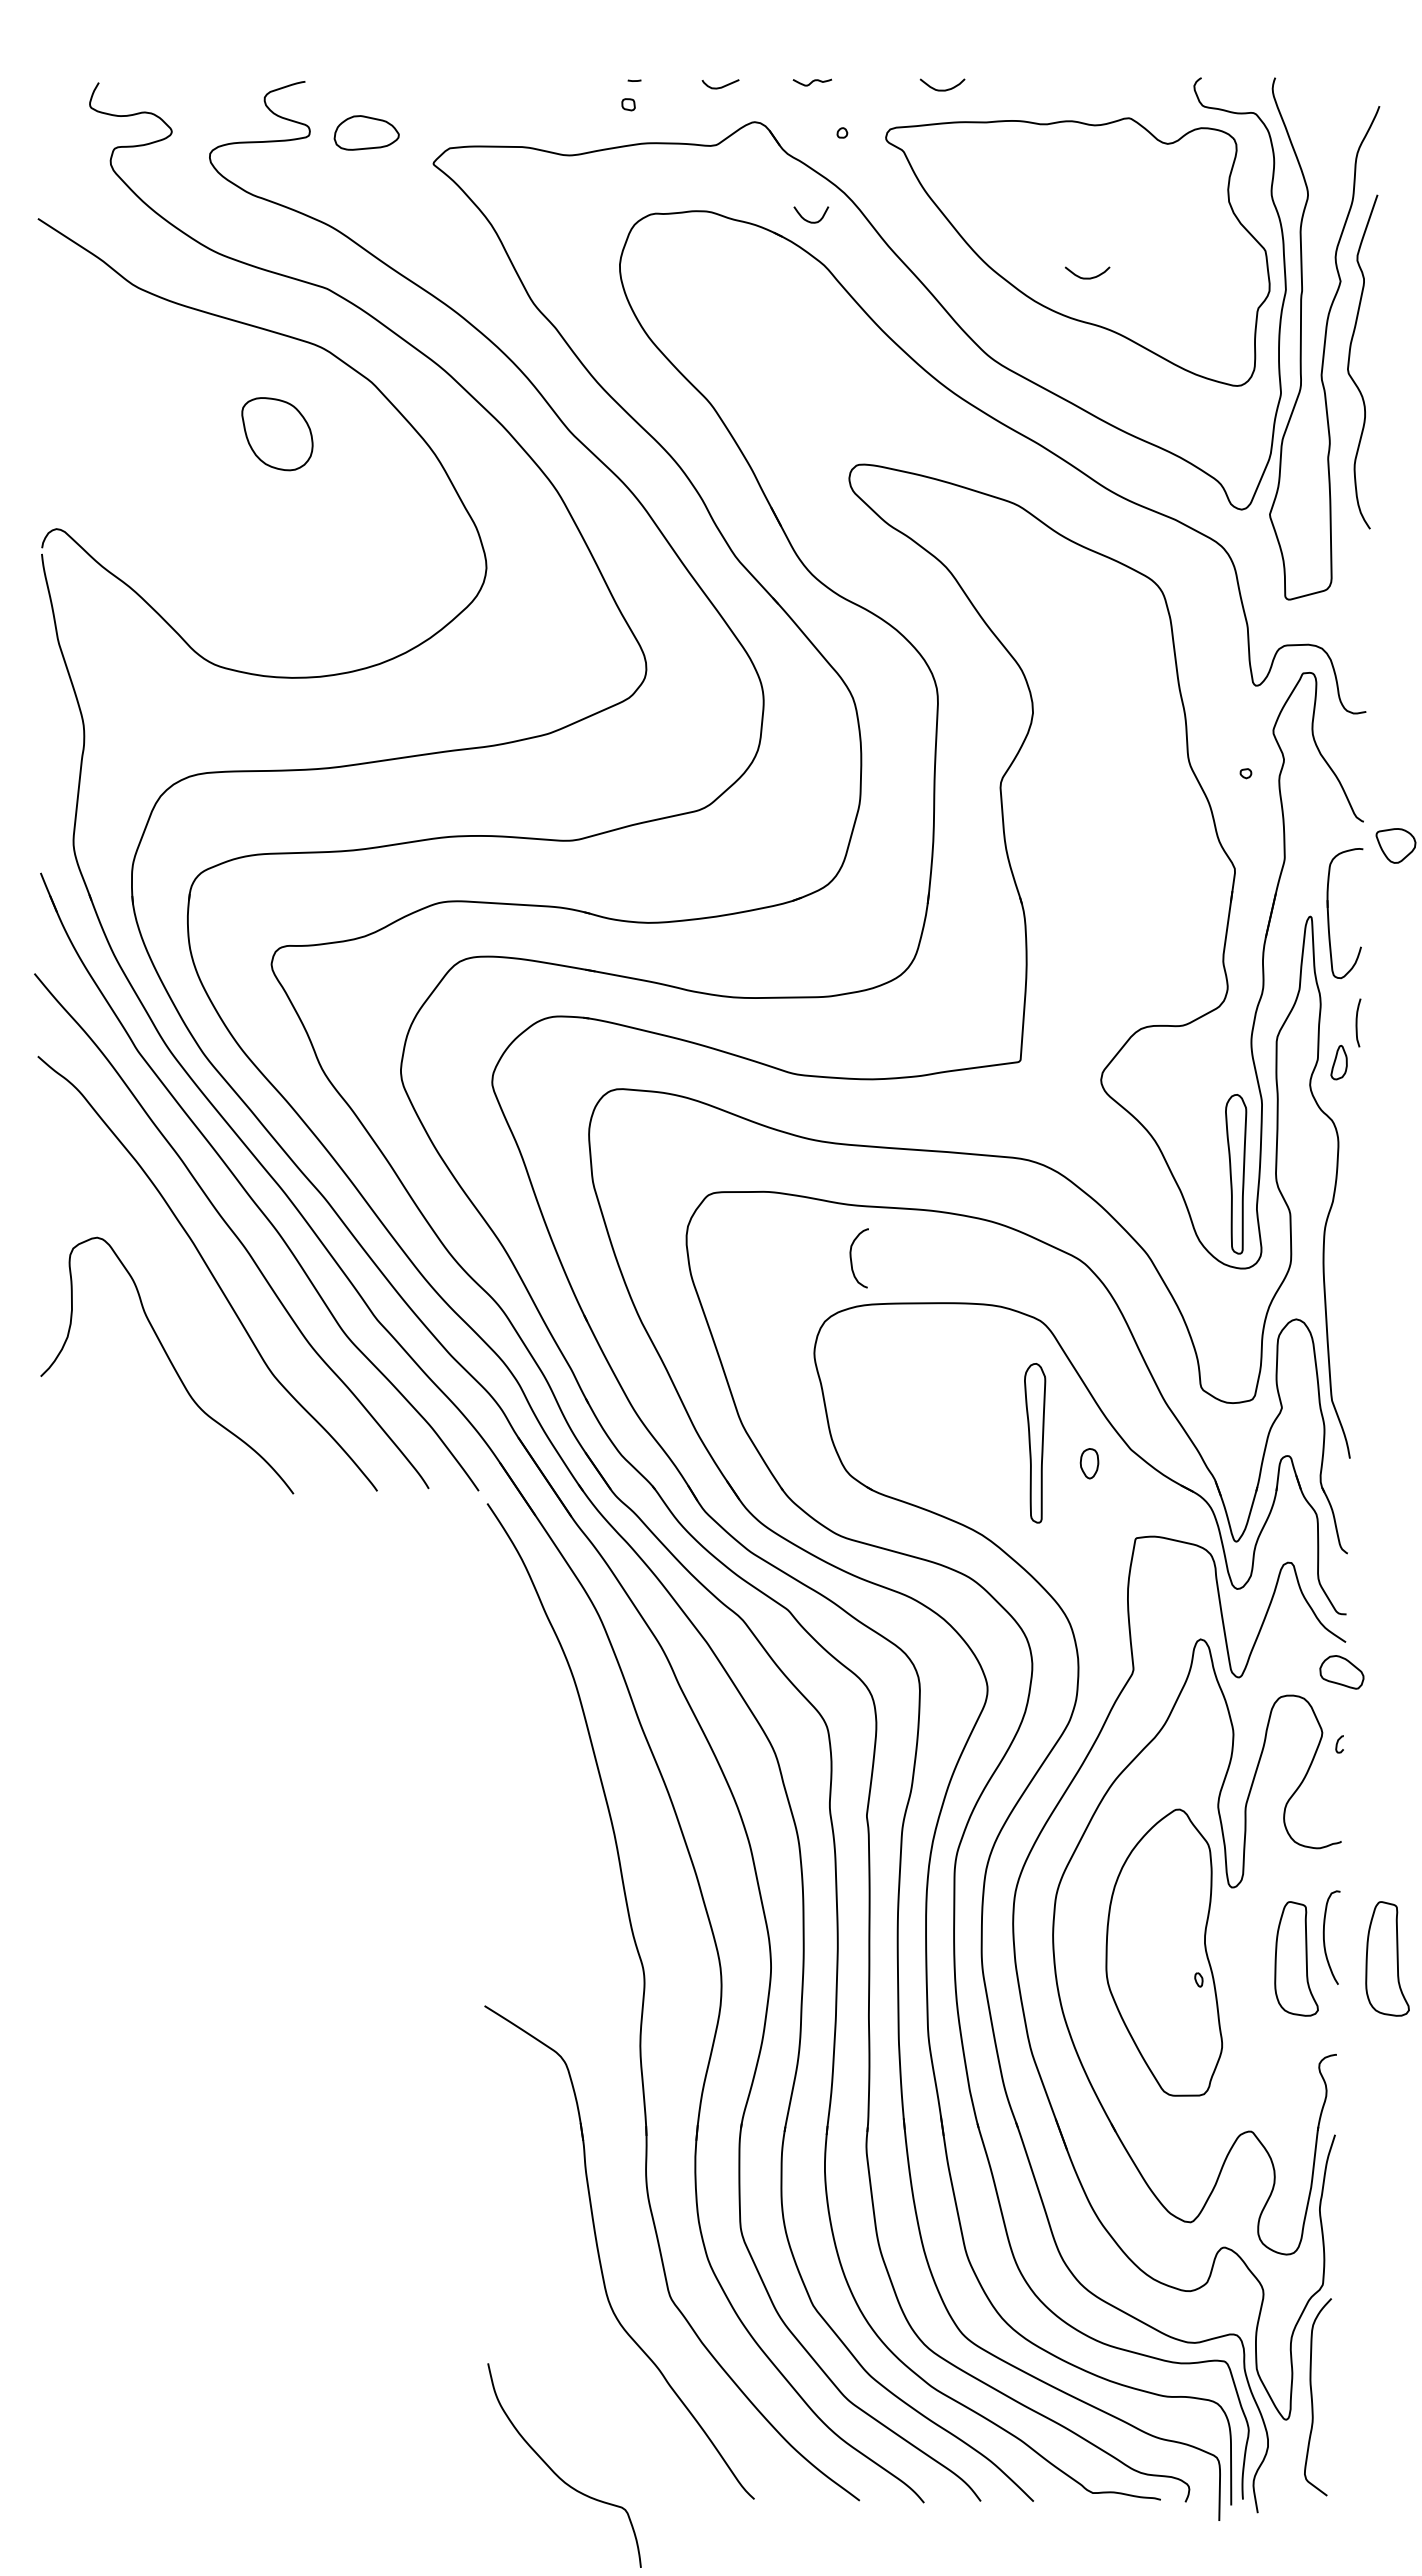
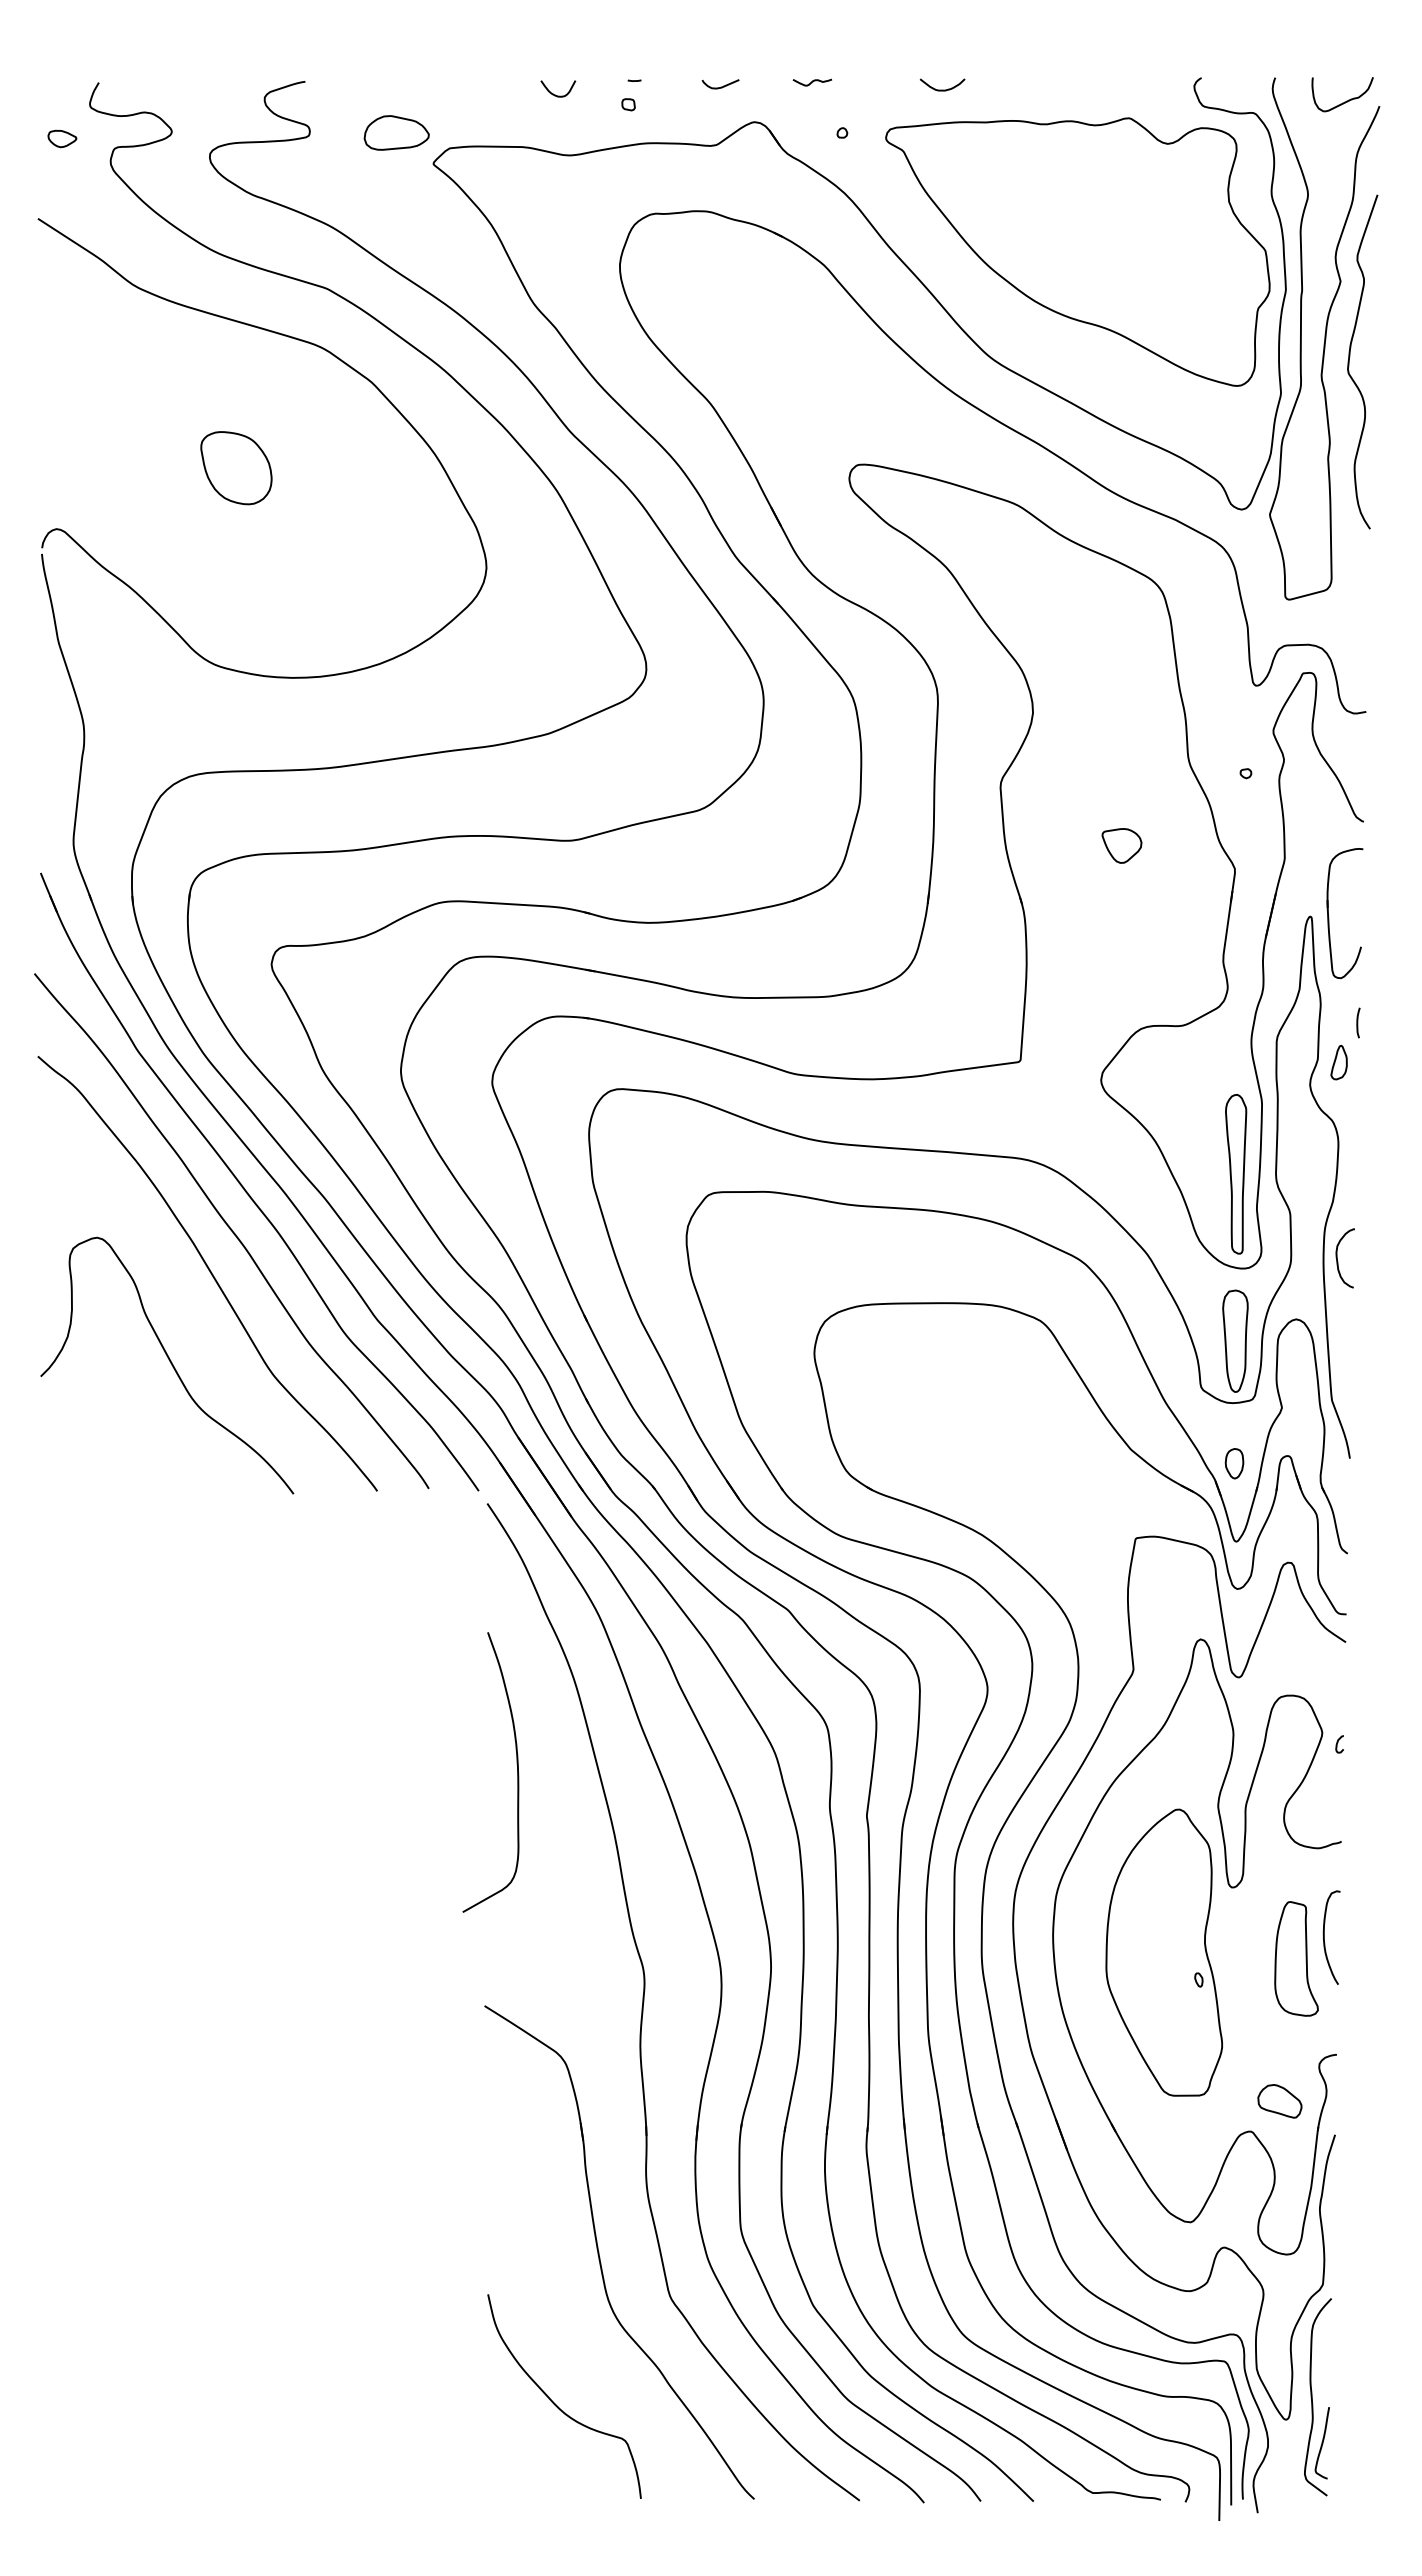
curve at (1346, 100): none -> present
part at (366, 132) position: (366, 132) -> (396, 132)
part at (62, 138): none -> present
curve at (808, 220) position: (808, 220) -> (555, 94)
curve at (1087, 277): present -> none
part at (277, 434) position: (277, 434) -> (236, 468)
part at (1395, 845) position: (1395, 845) -> (1121, 845)
part at (1358, 1022) size: 7x50 px -> 5x32 px
curve at (852, 1261) position: (852, 1261) -> (1338, 1261)
part at (1235, 1340): none -> present
part at (1035, 1443): present -> none
part at (1089, 1463) position: (1089, 1463) -> (1234, 1463)
part at (1341, 1672) position: (1341, 1672) -> (1279, 2101)
curve at (517, 1772): none -> present
part at (1387, 1958): present -> none
curve at (1321, 2443): none -> present
curve at (556, 2473) position: (556, 2473) -> (556, 2404)
